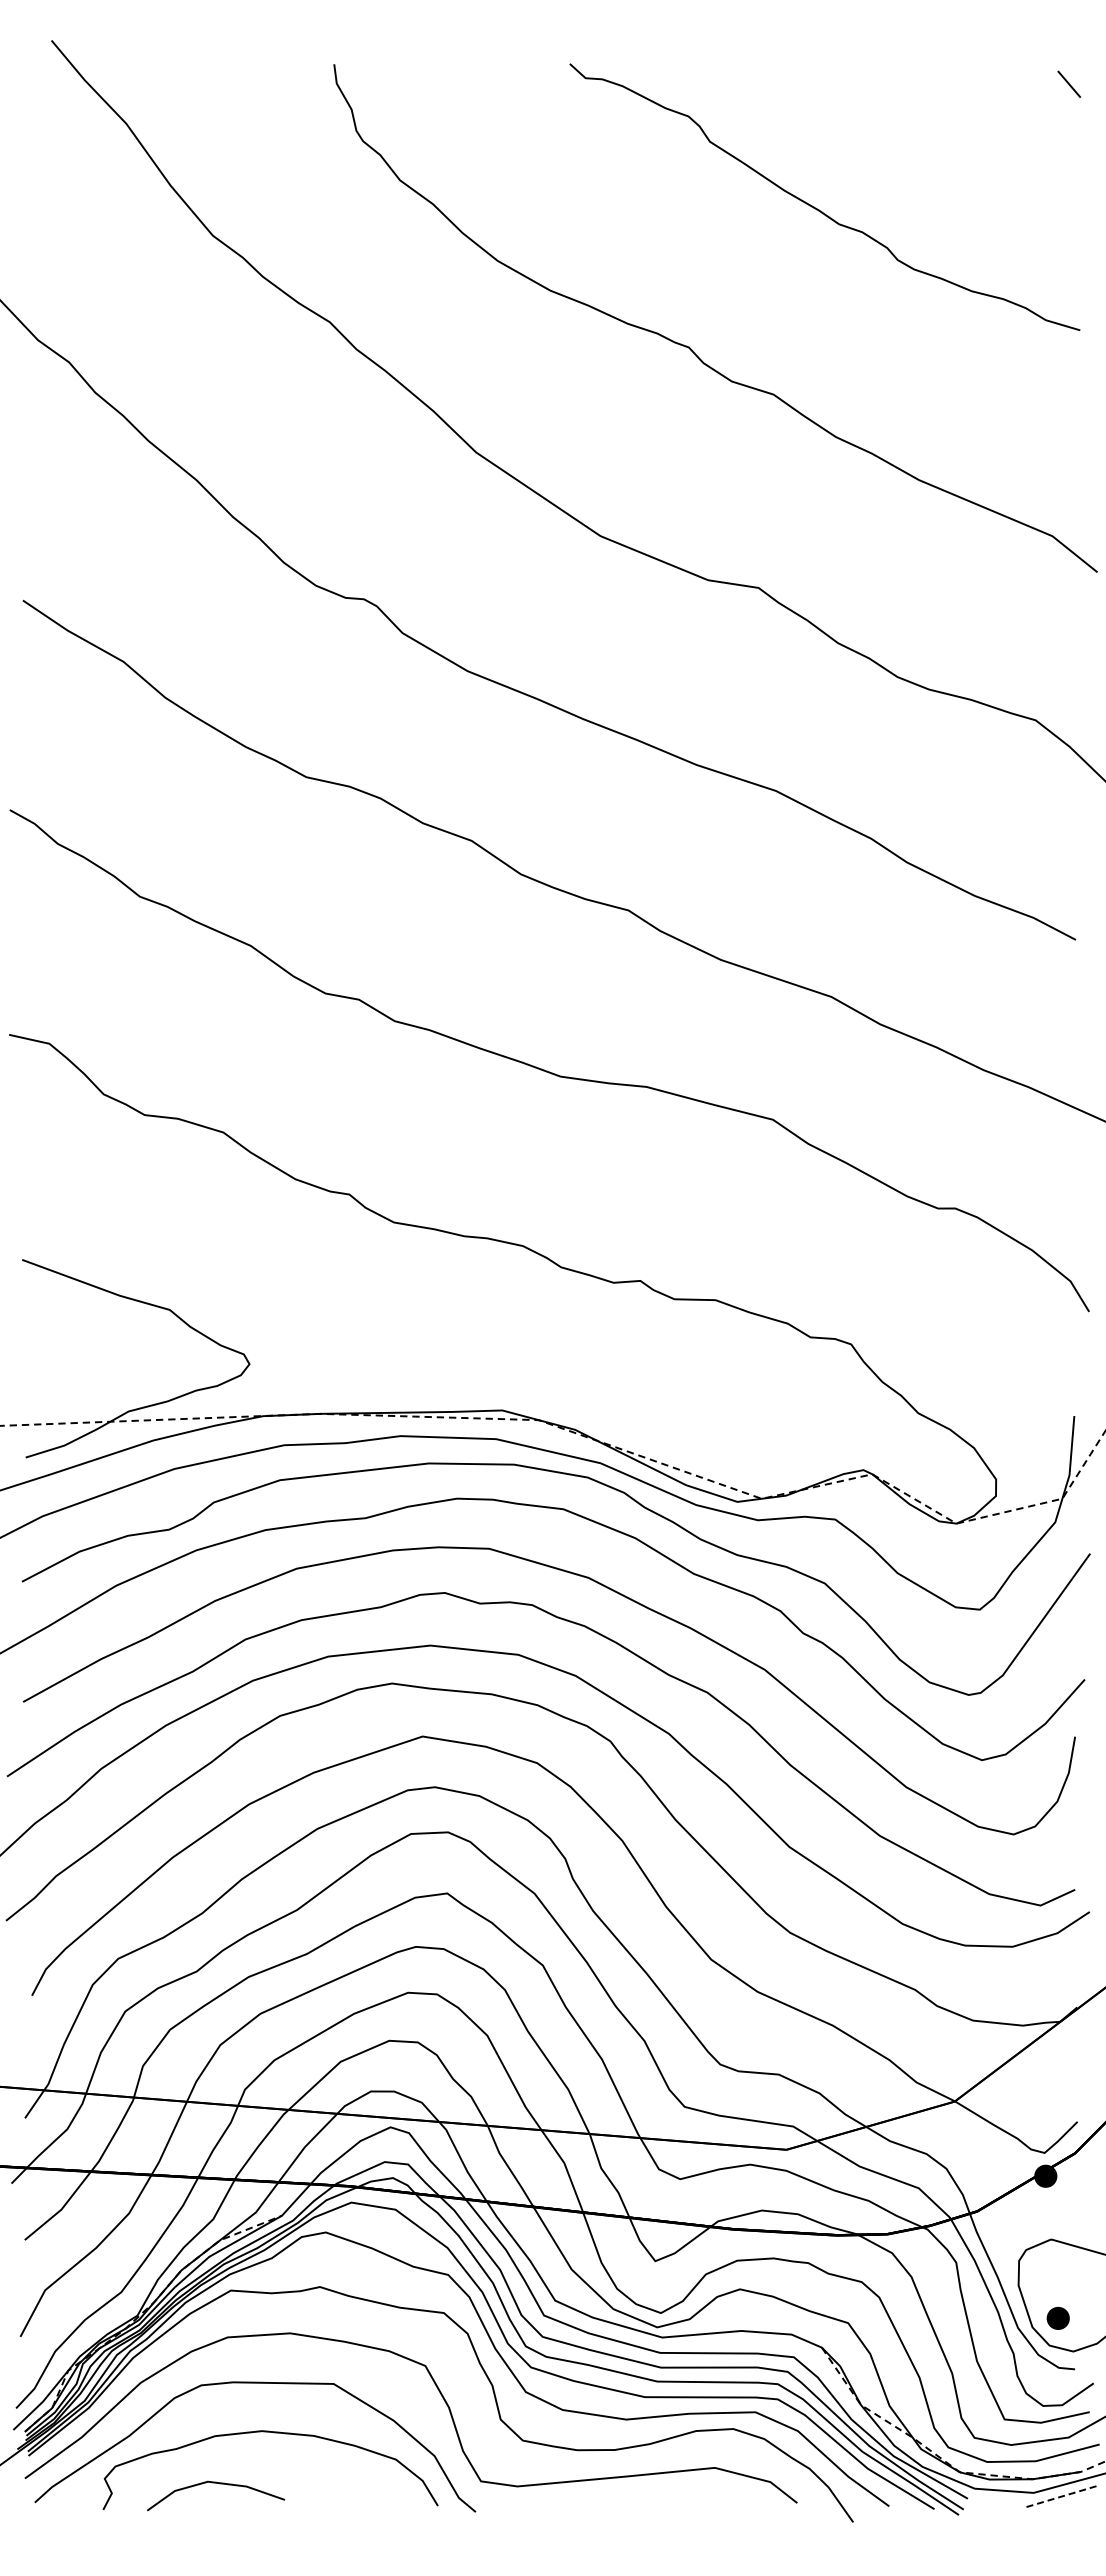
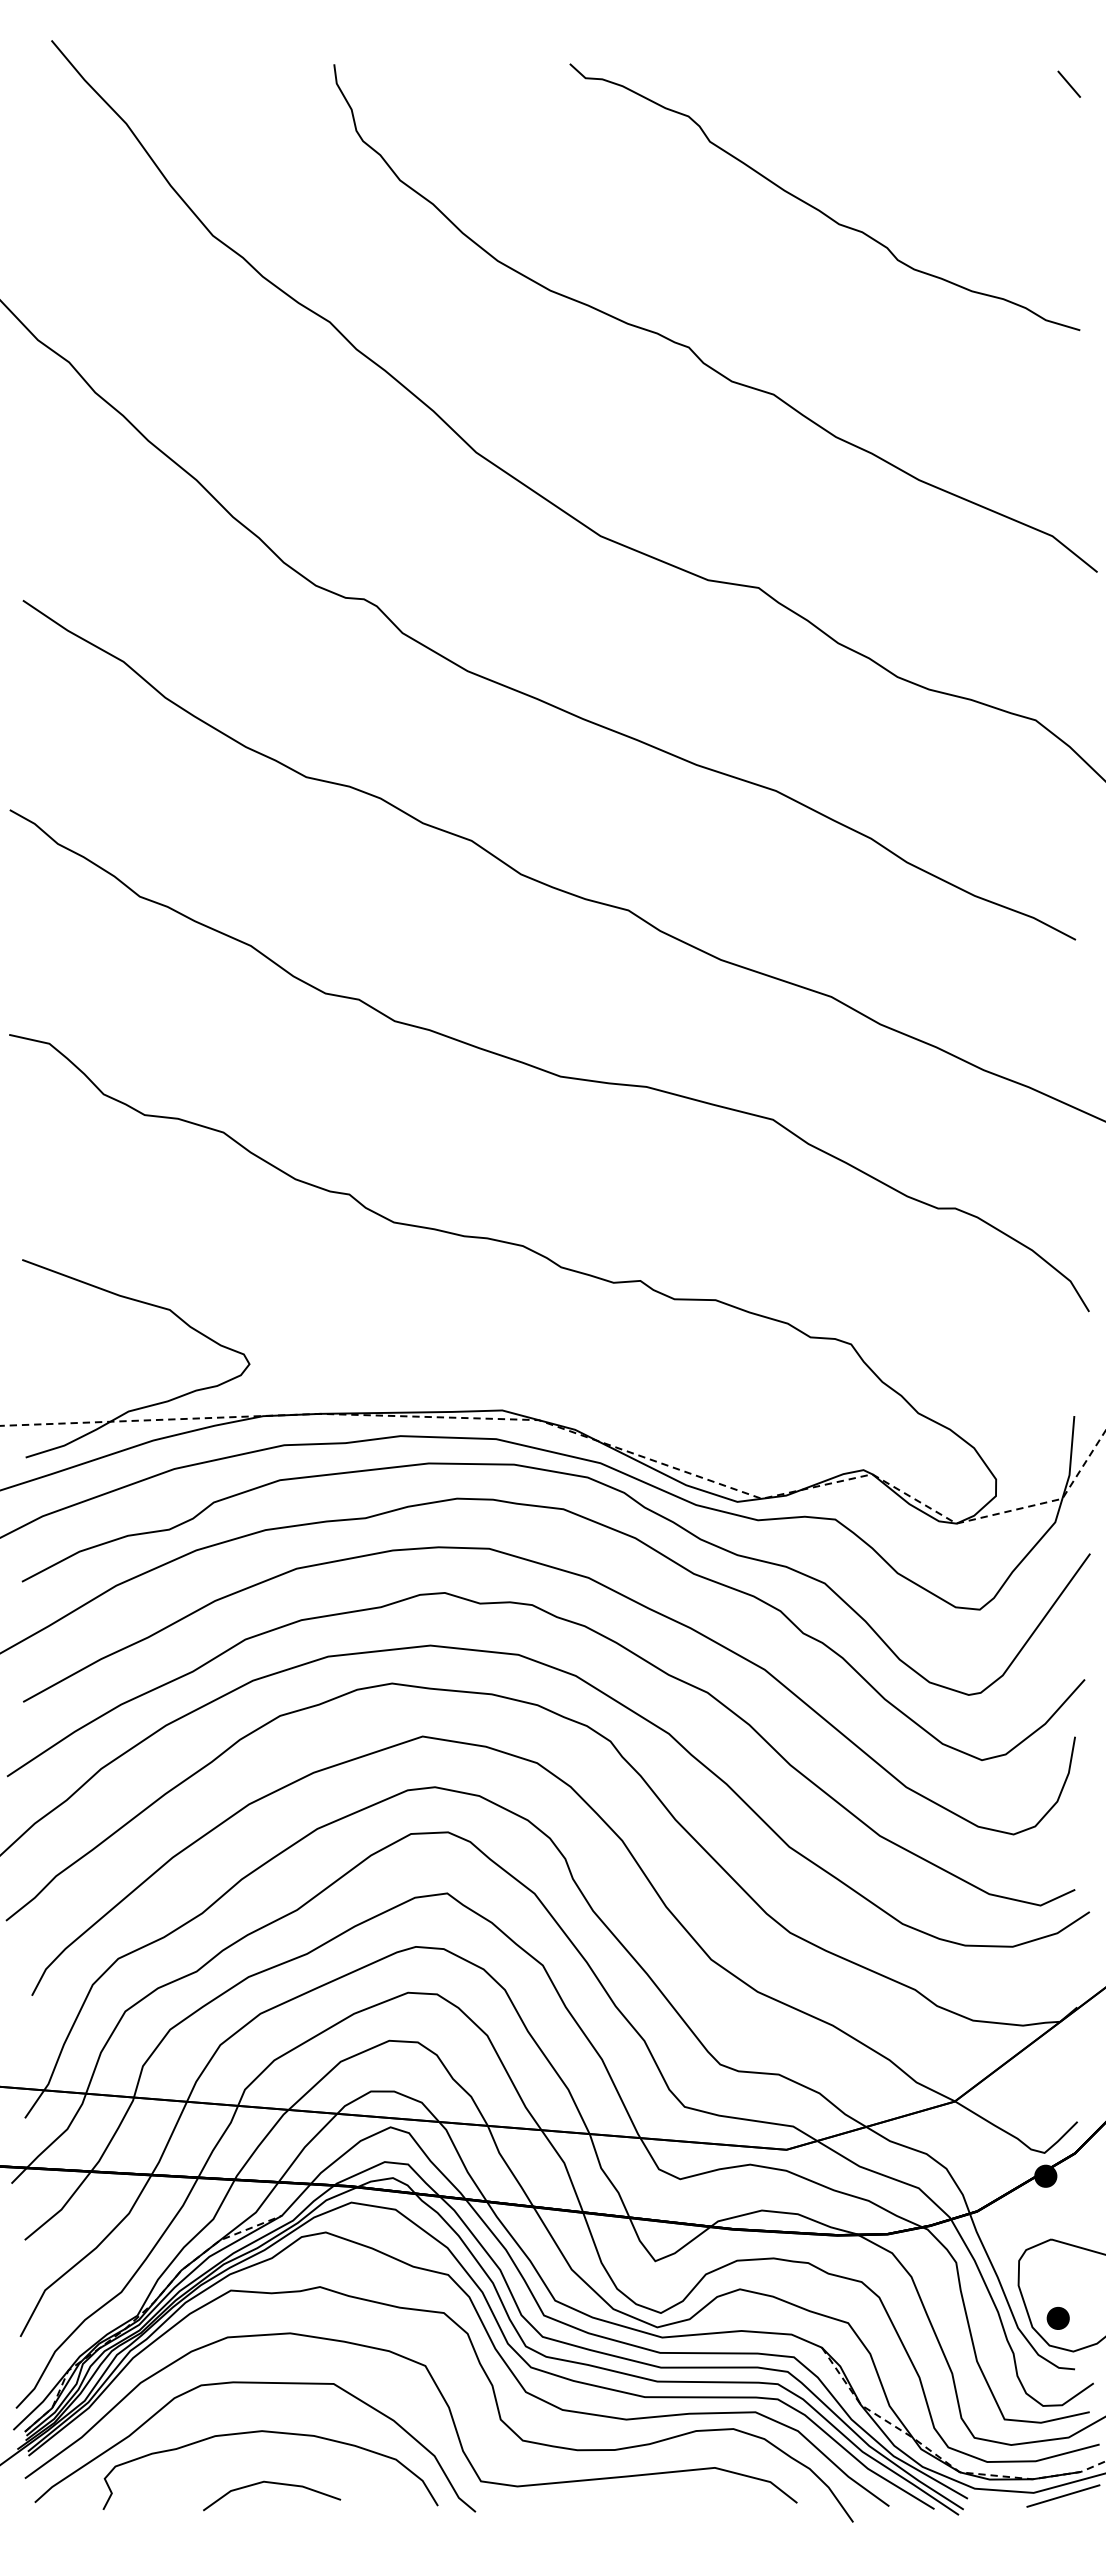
line at (219, 2484) position: (219, 2484) -> (275, 2484)
line at (1063, 2495): dashed -> solid
